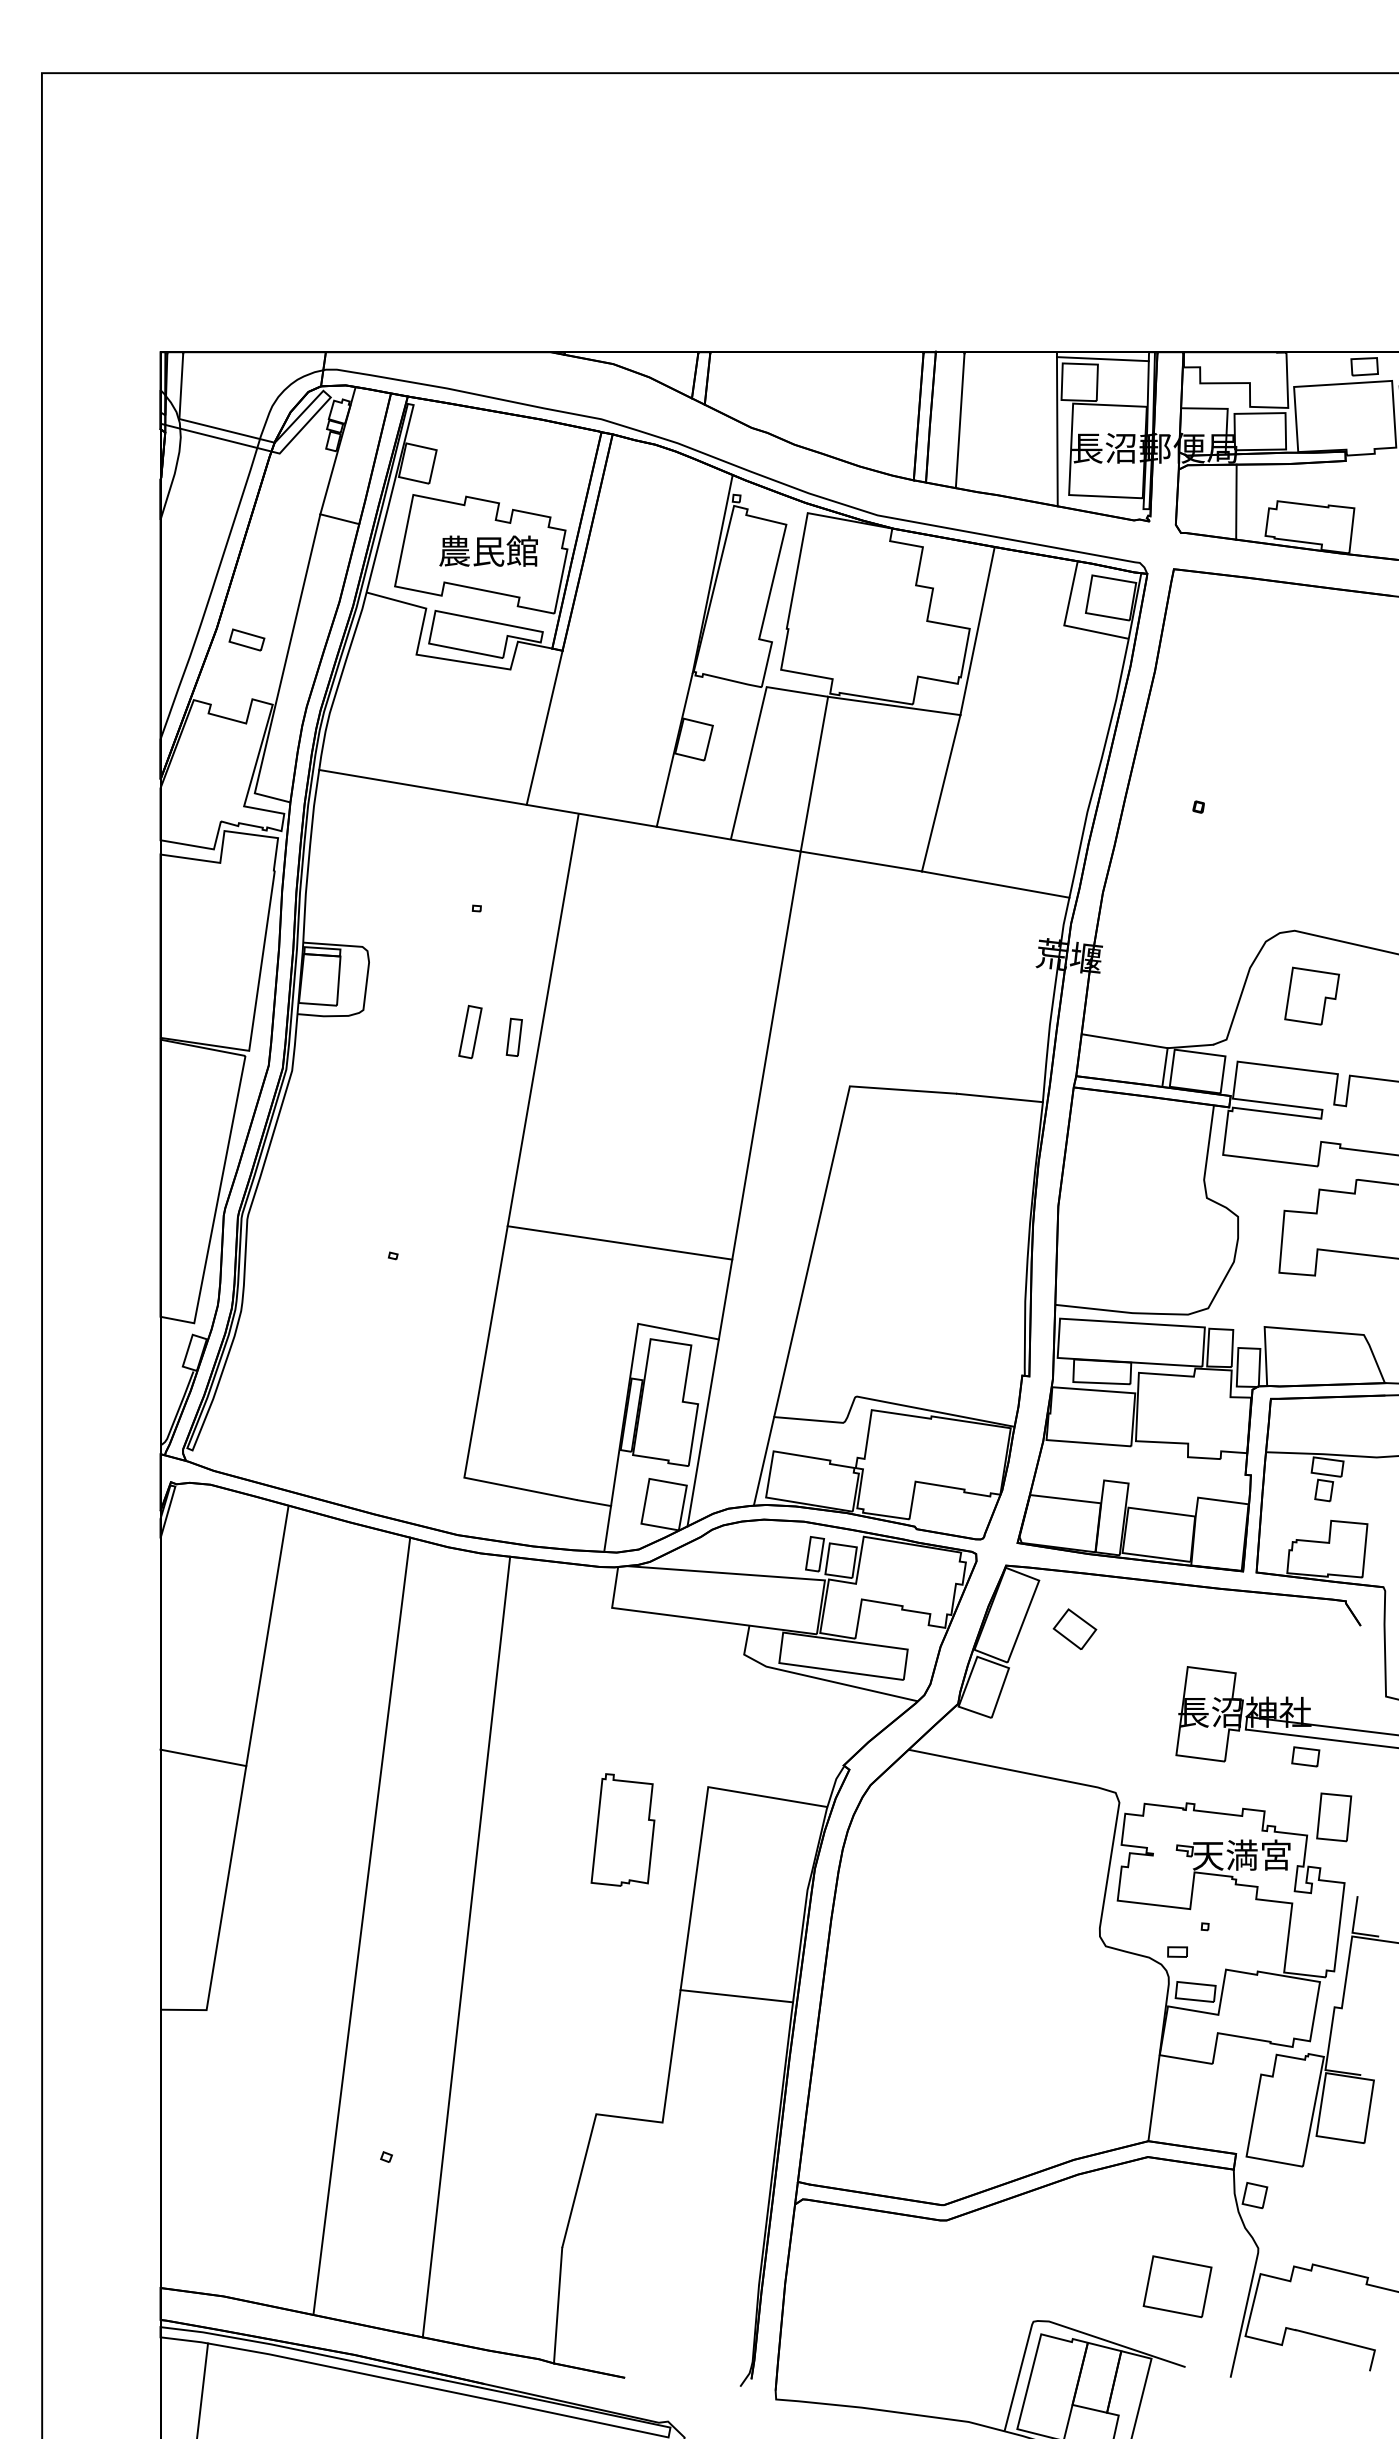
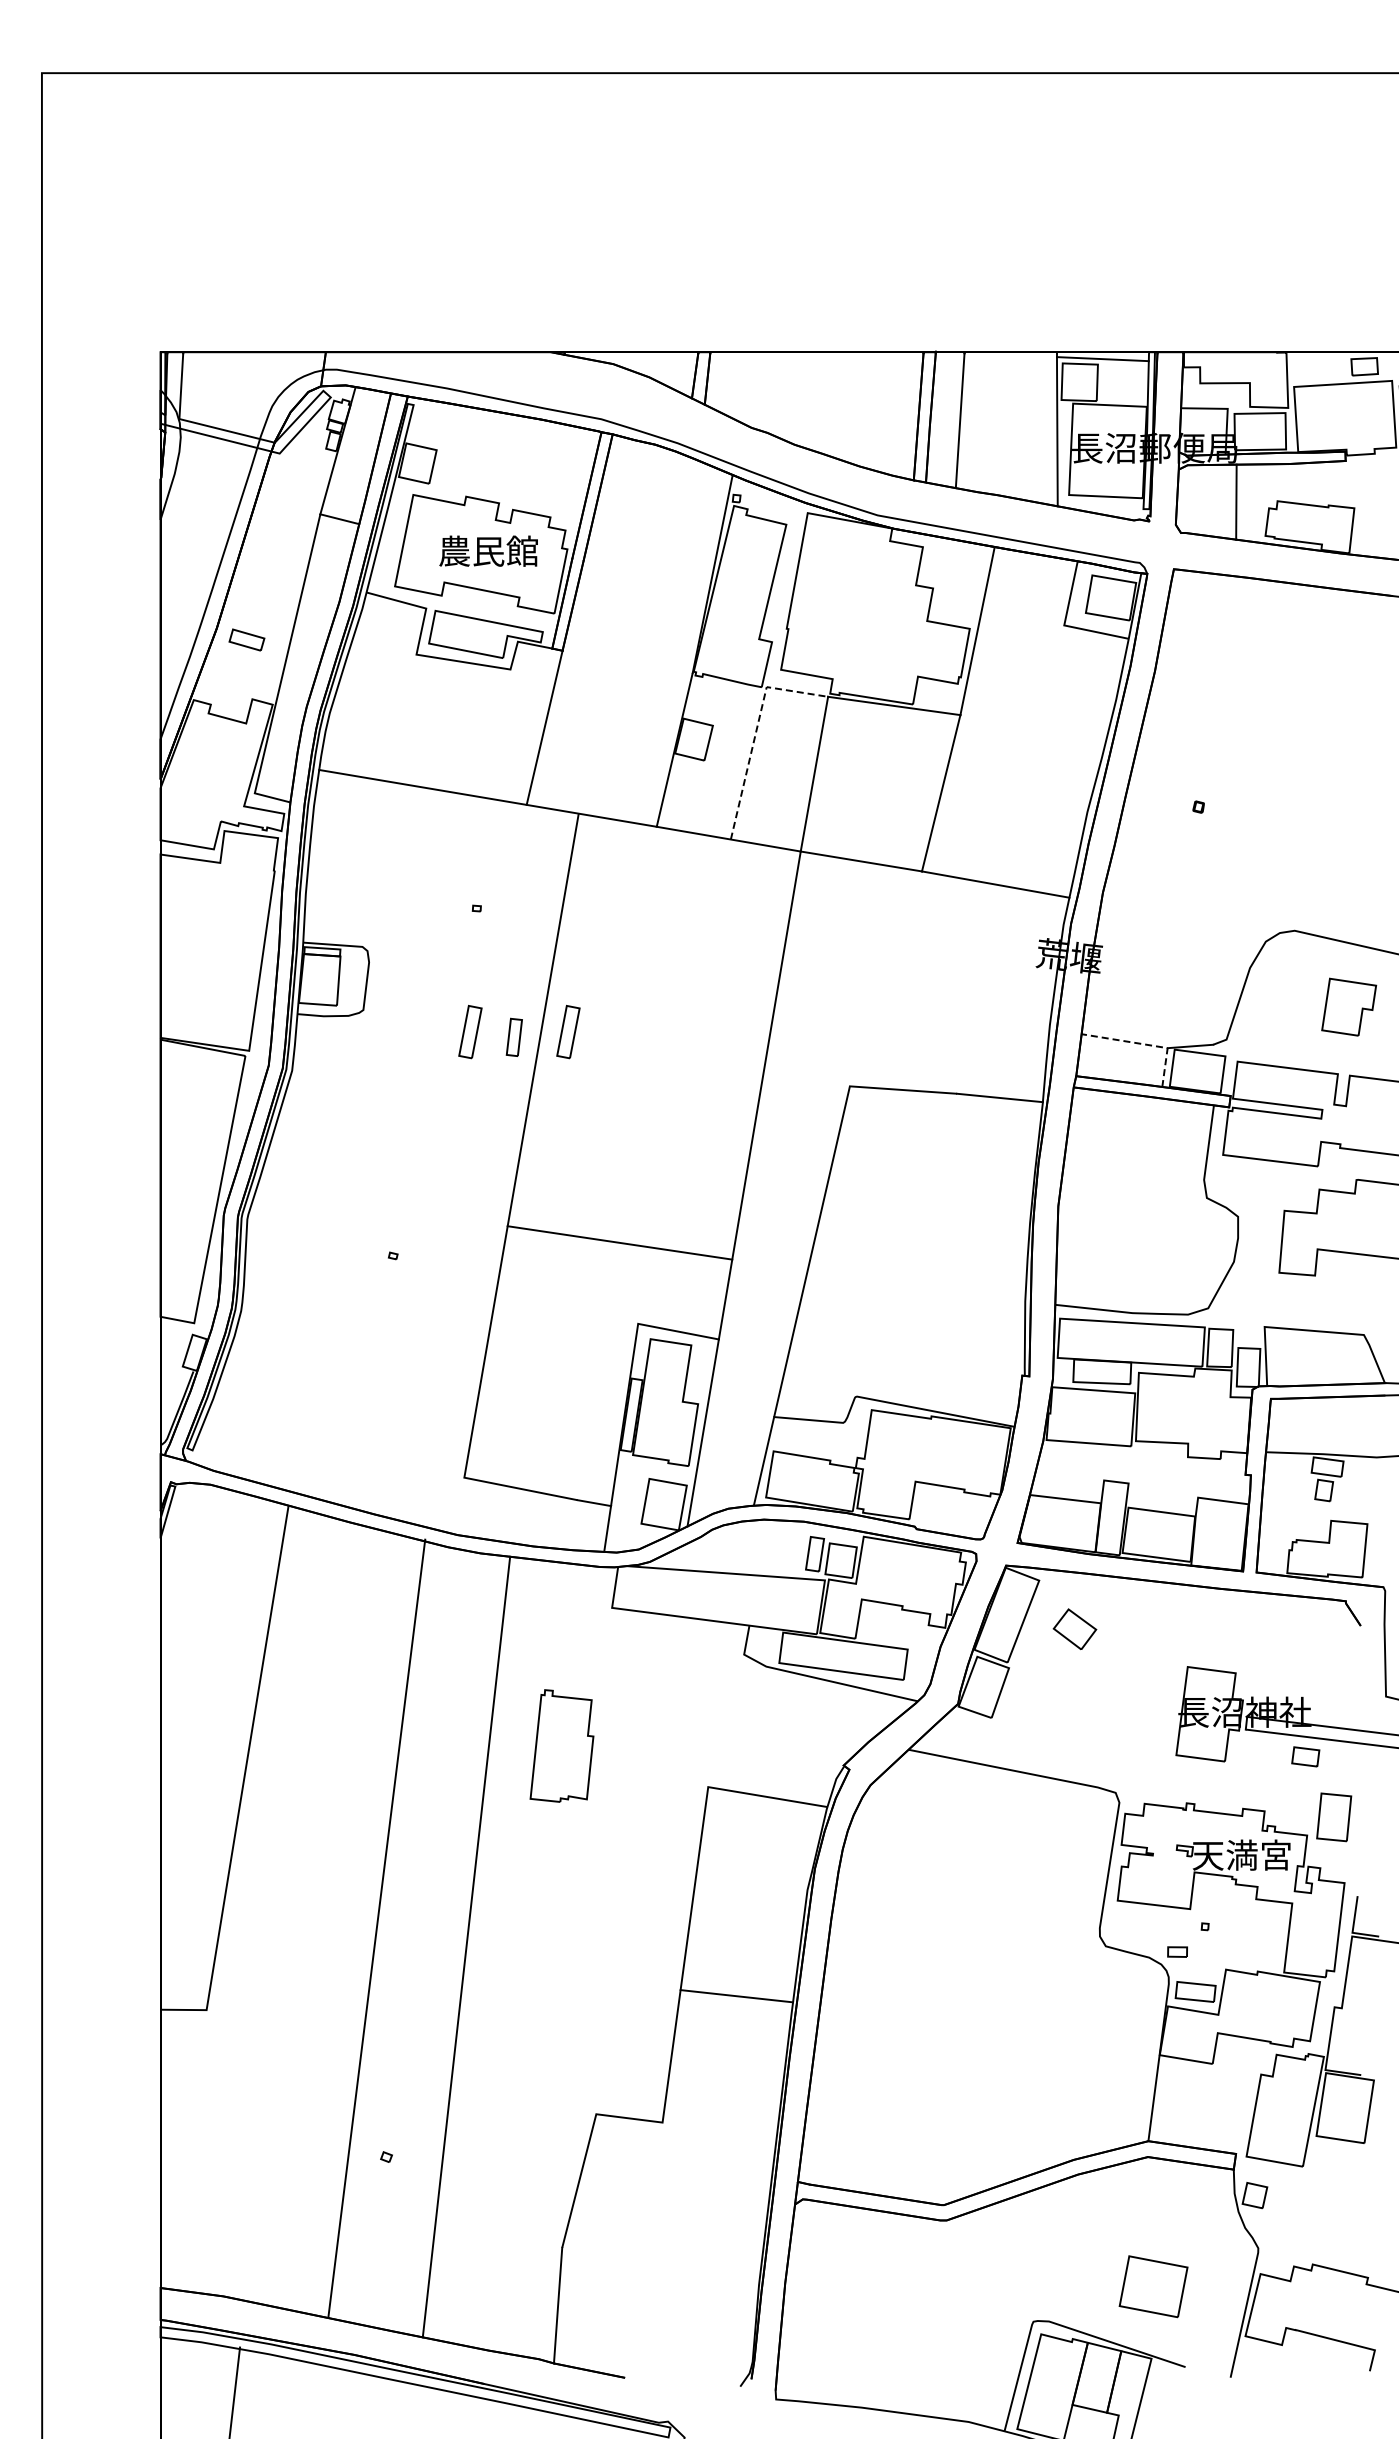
line at (756, 731): solid -> dashed
part at (1312, 995) position: (1312, 995) -> (1349, 1006)
part at (568, 1031): none -> present
line at (1144, 1044): solid -> dashed
line at (203, 1757): present -> none
part at (622, 1829) position: (622, 1829) -> (561, 1745)
line at (361, 1925) position: (361, 1925) -> (376, 1927)
part at (1177, 2286) position: (1177, 2286) -> (1153, 2286)
line at (202, 2389) position: (202, 2389) -> (234, 2391)
